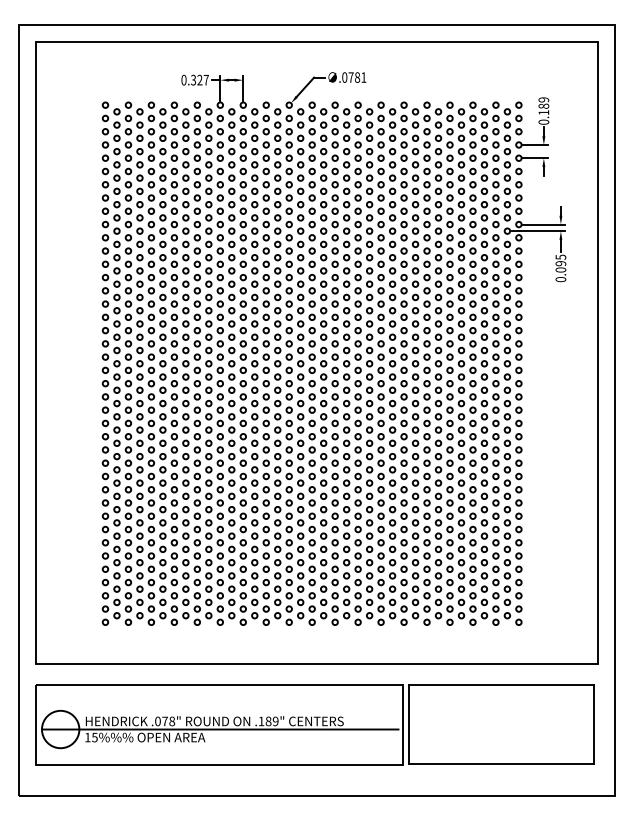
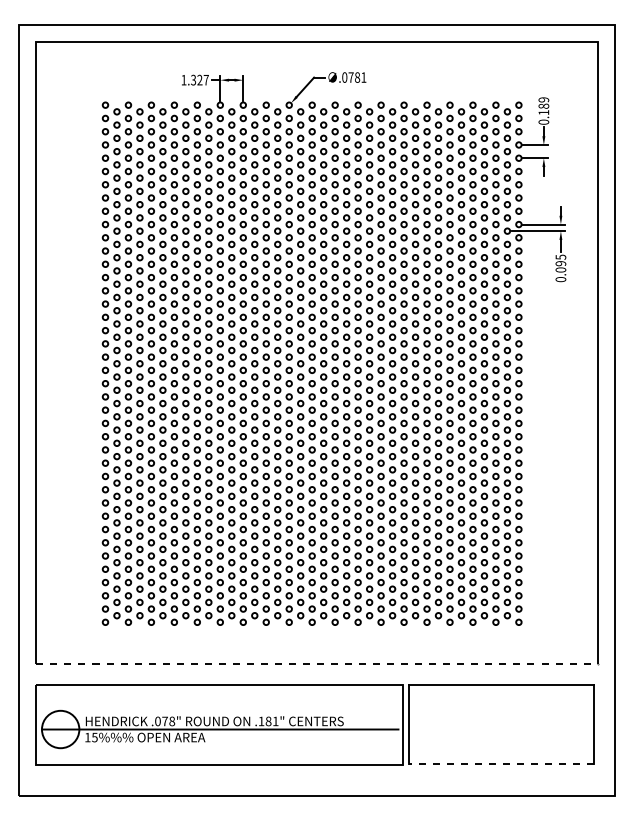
text at (183, 79): 0.327 -> 1.327
line at (316, 664): solid -> dashed
text at (275, 721): .189" -> .181"
line at (501, 763): solid -> dashed
